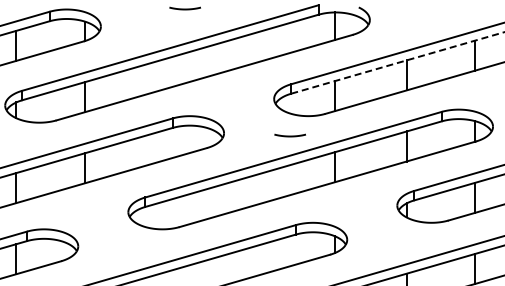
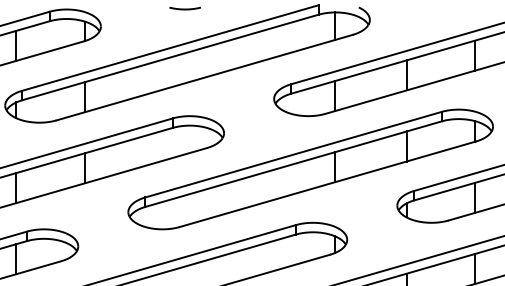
line at (397, 63): dashed -> solid
curve at (289, 135): present -> none
